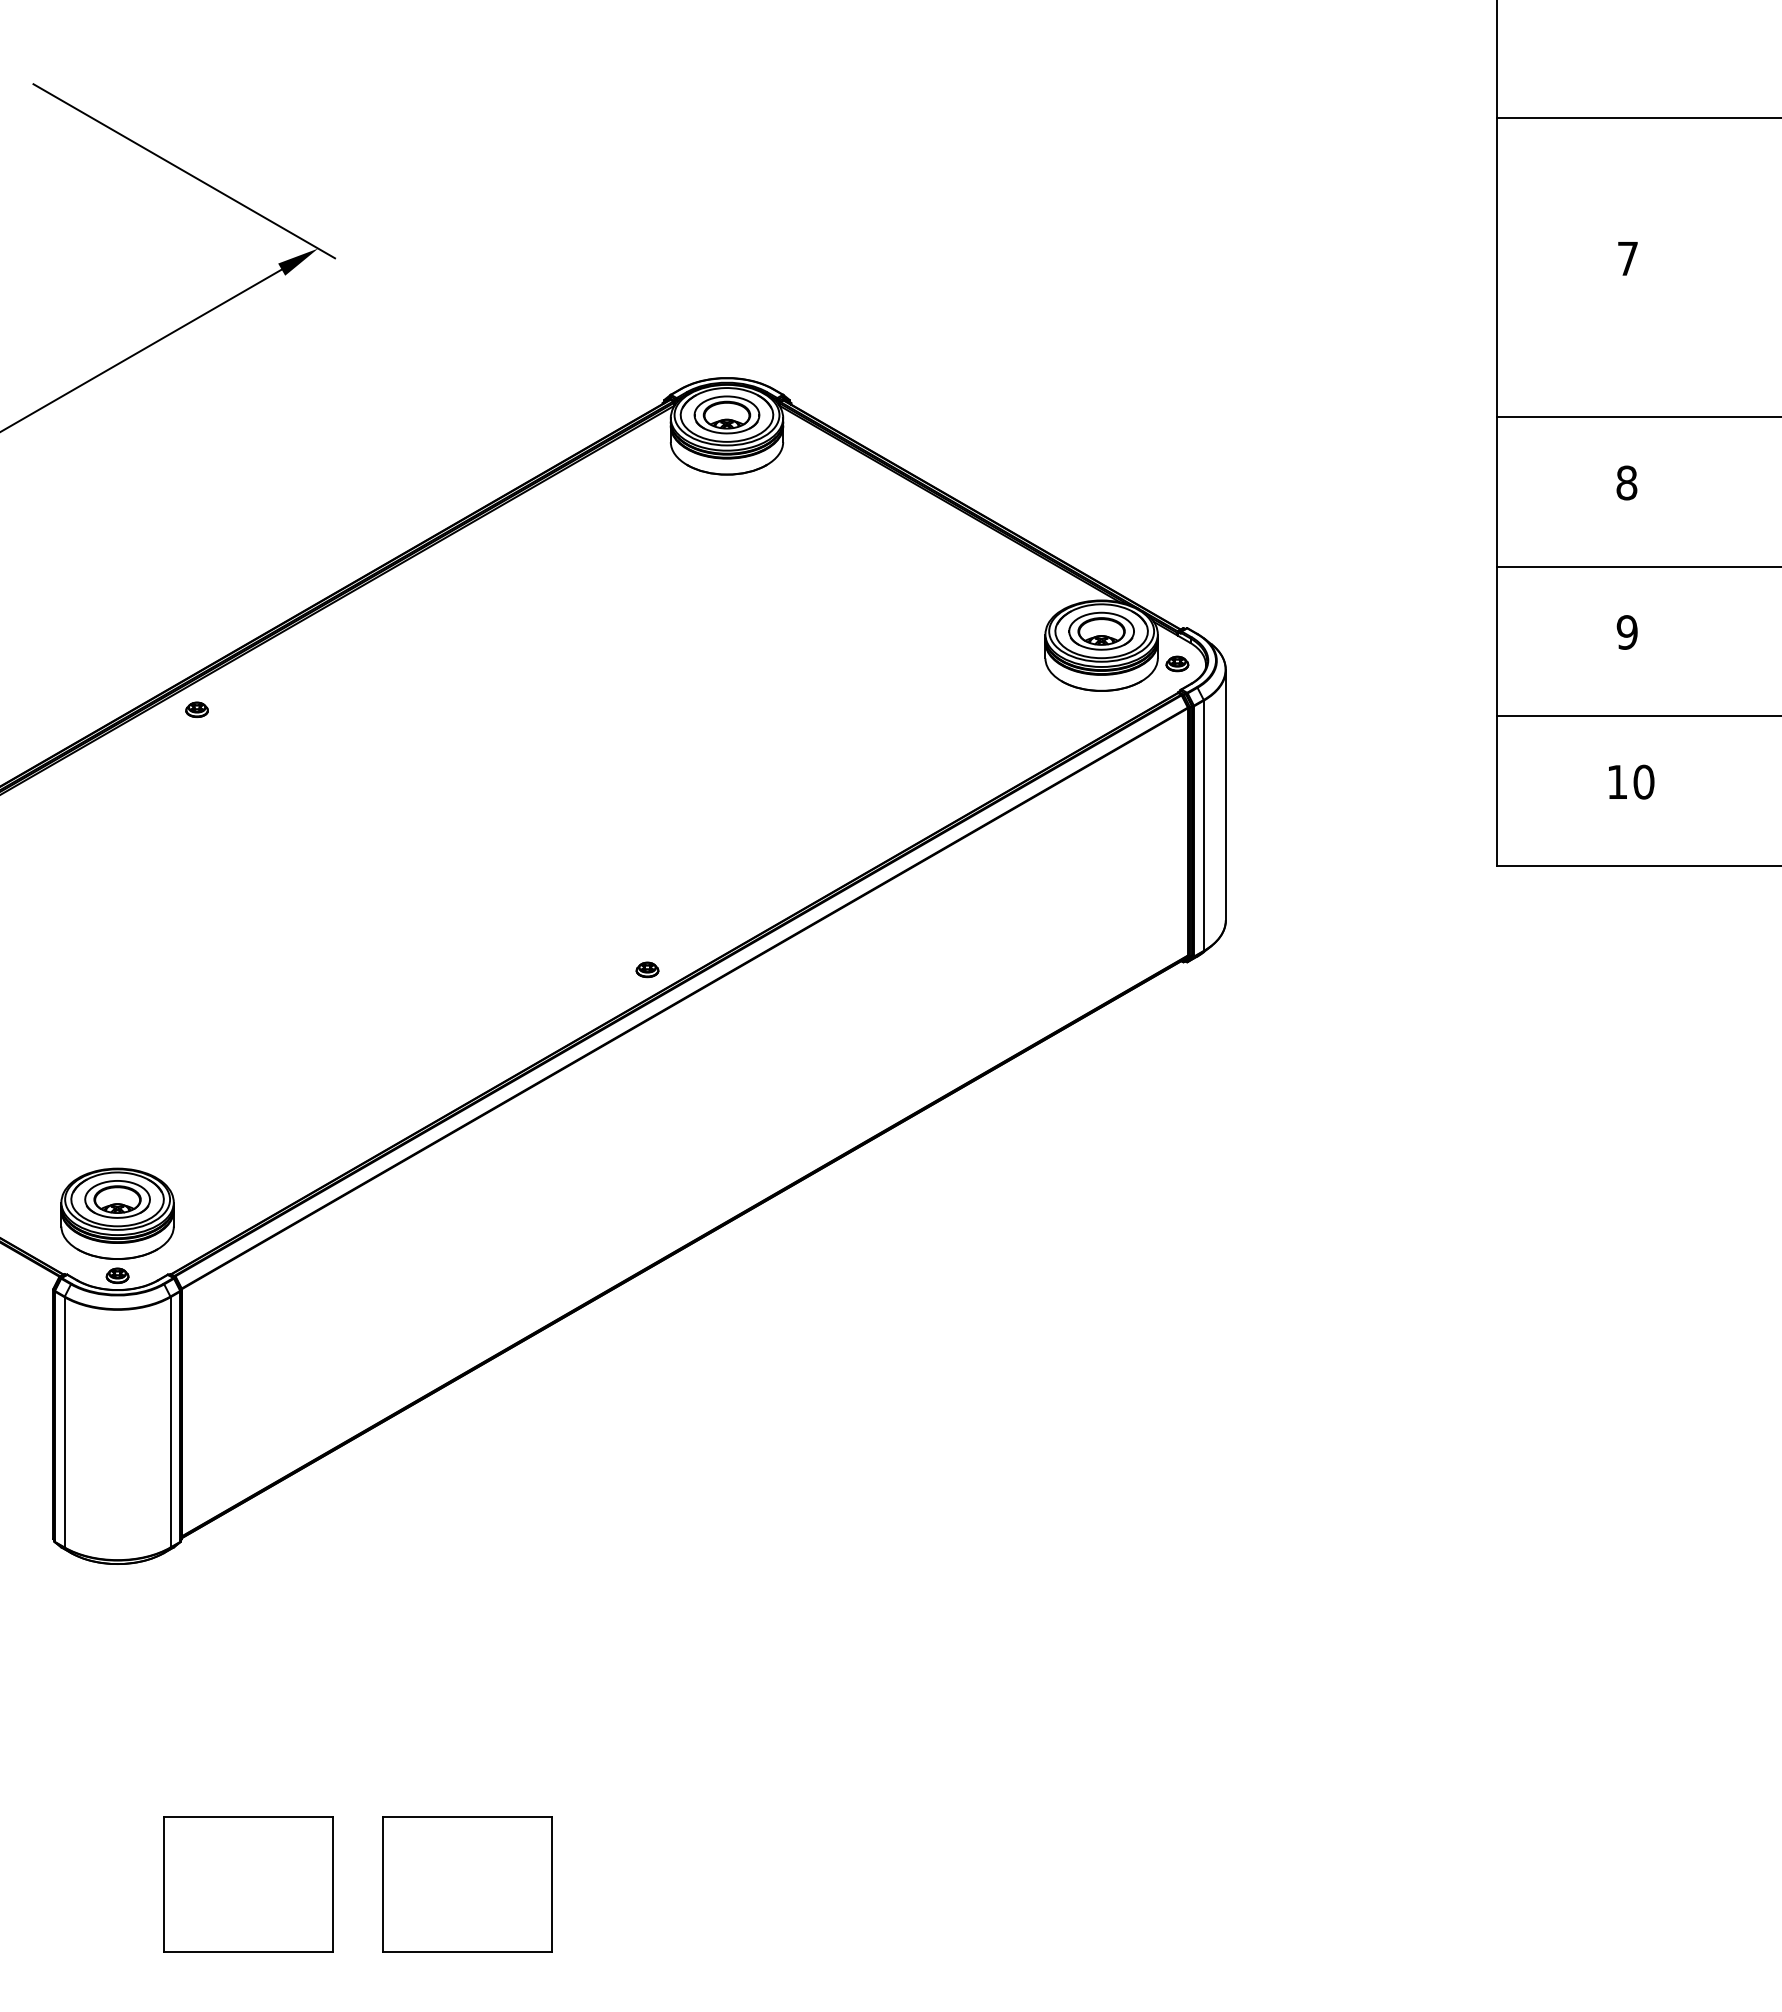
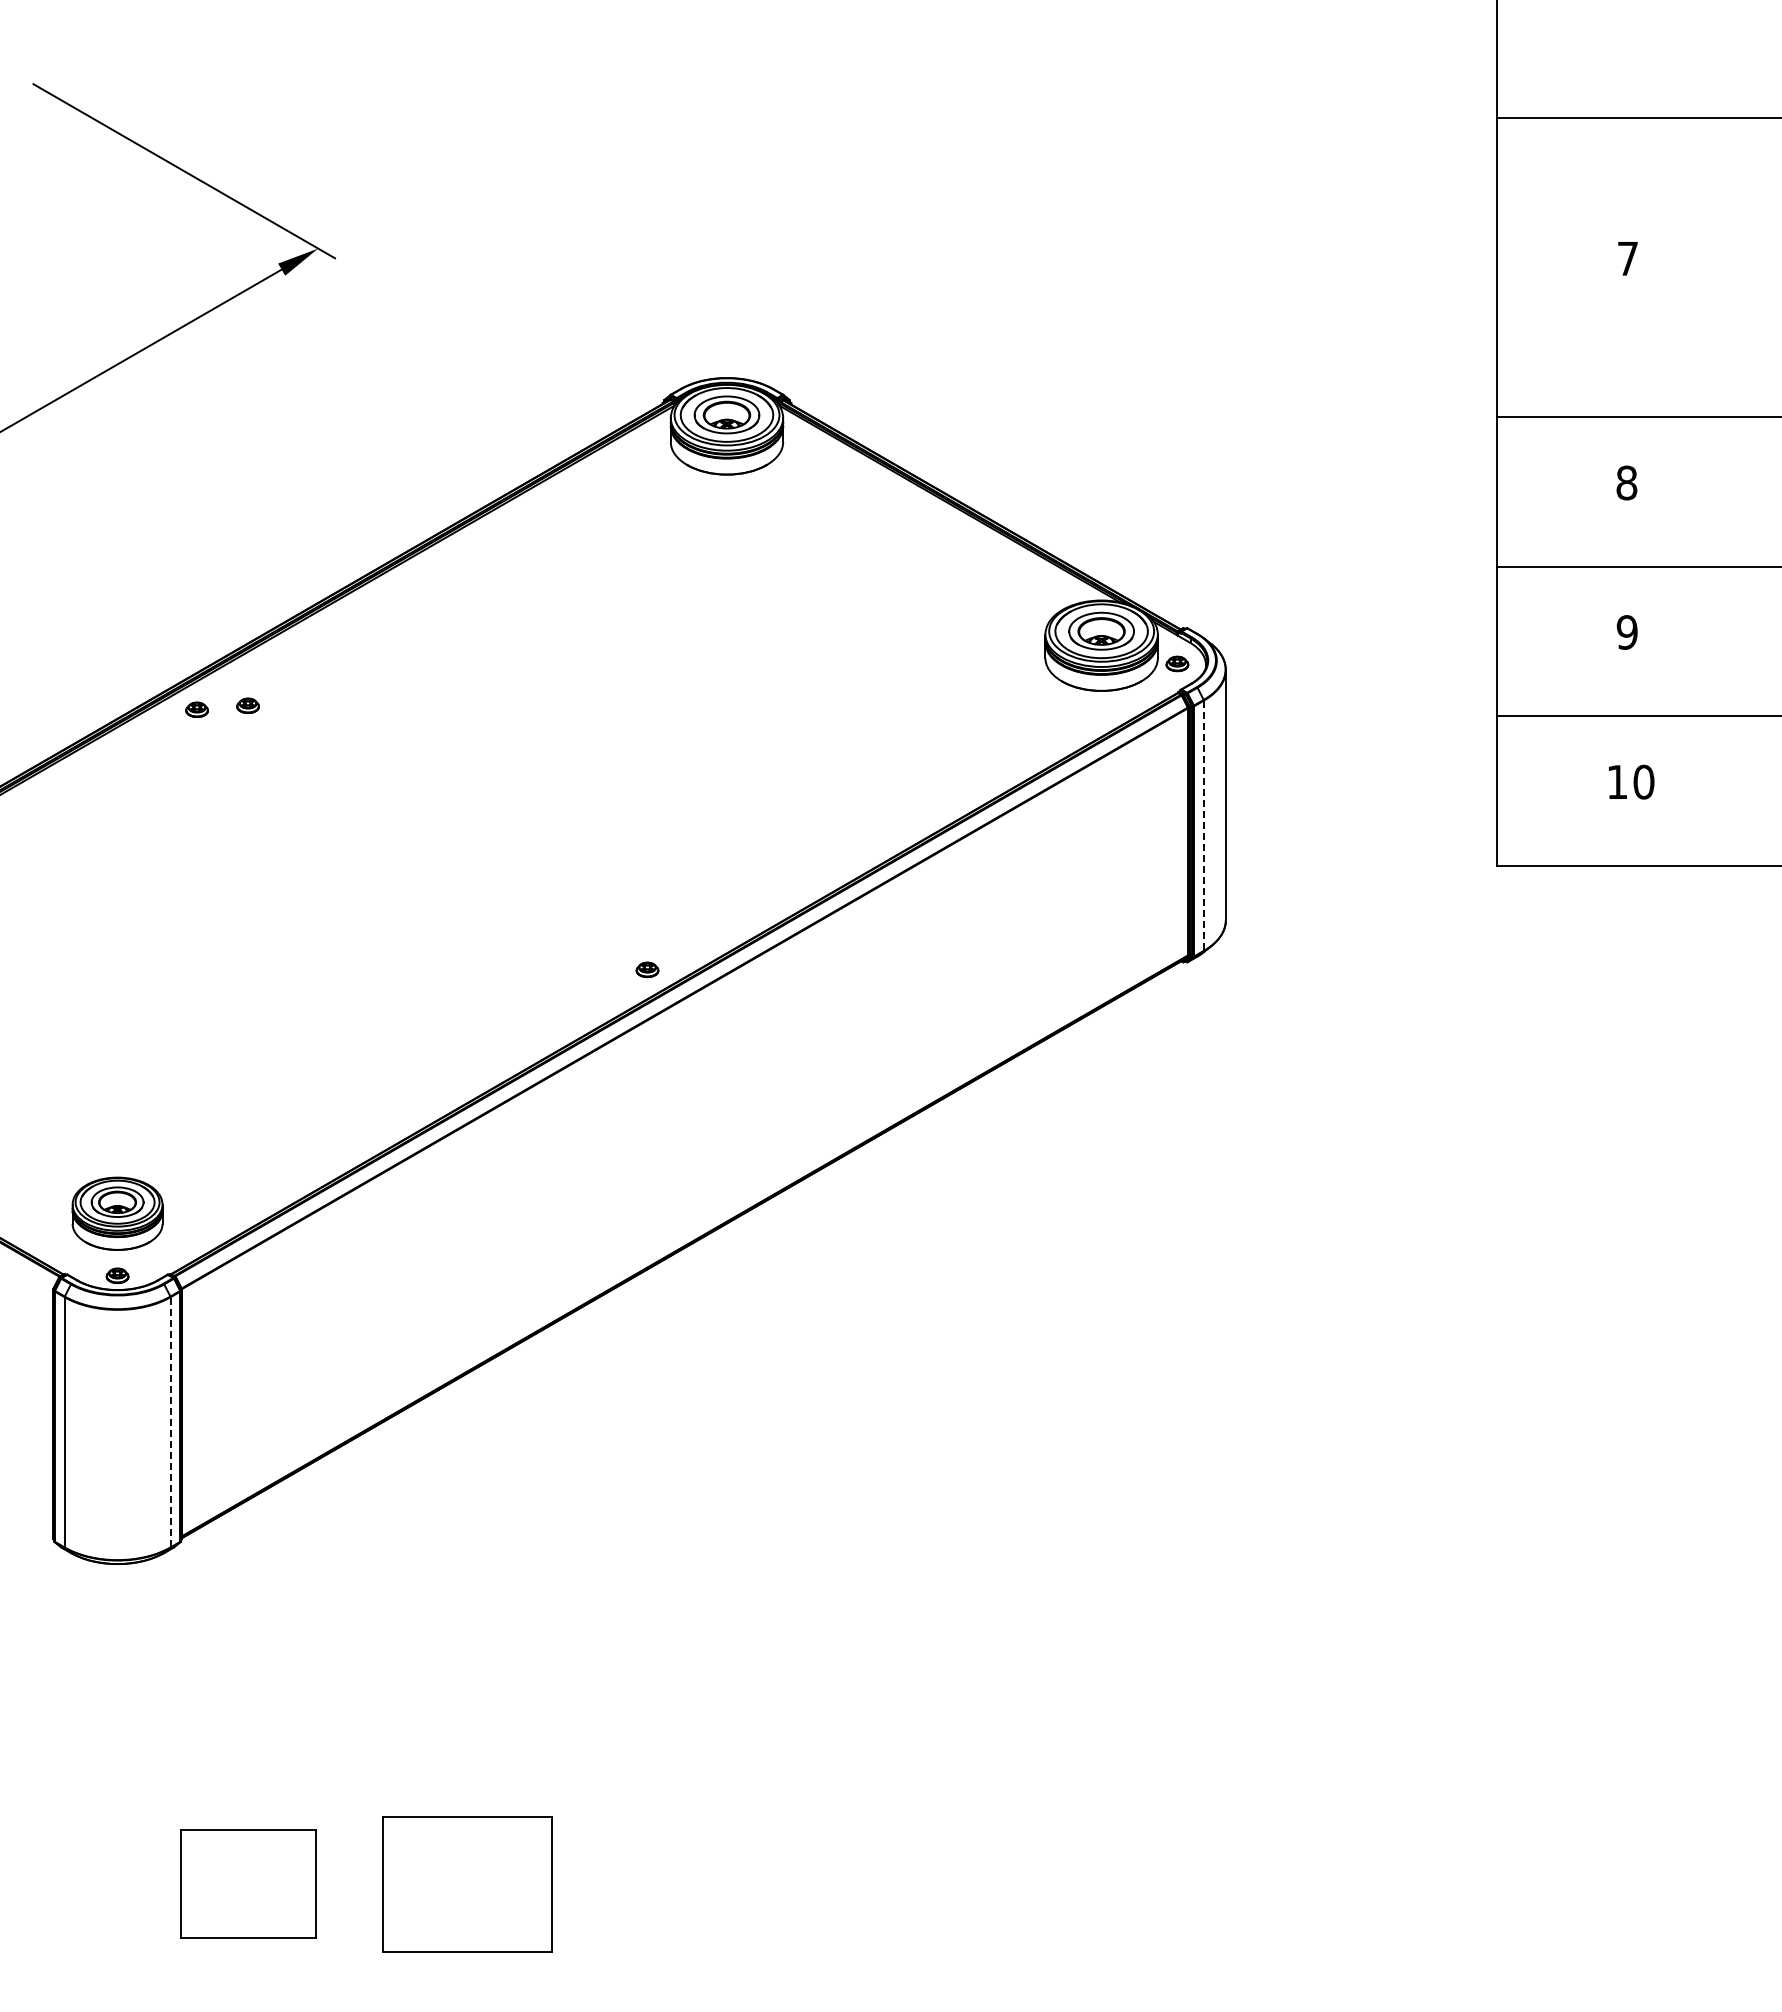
part at (247, 705): none -> present
line at (1203, 826): solid -> dashed
part at (117, 1213) size: 115x93 px -> 93x75 px
line at (170, 1421): solid -> dashed
part at (248, 1884) size: 171x137 px -> 137x110 px
